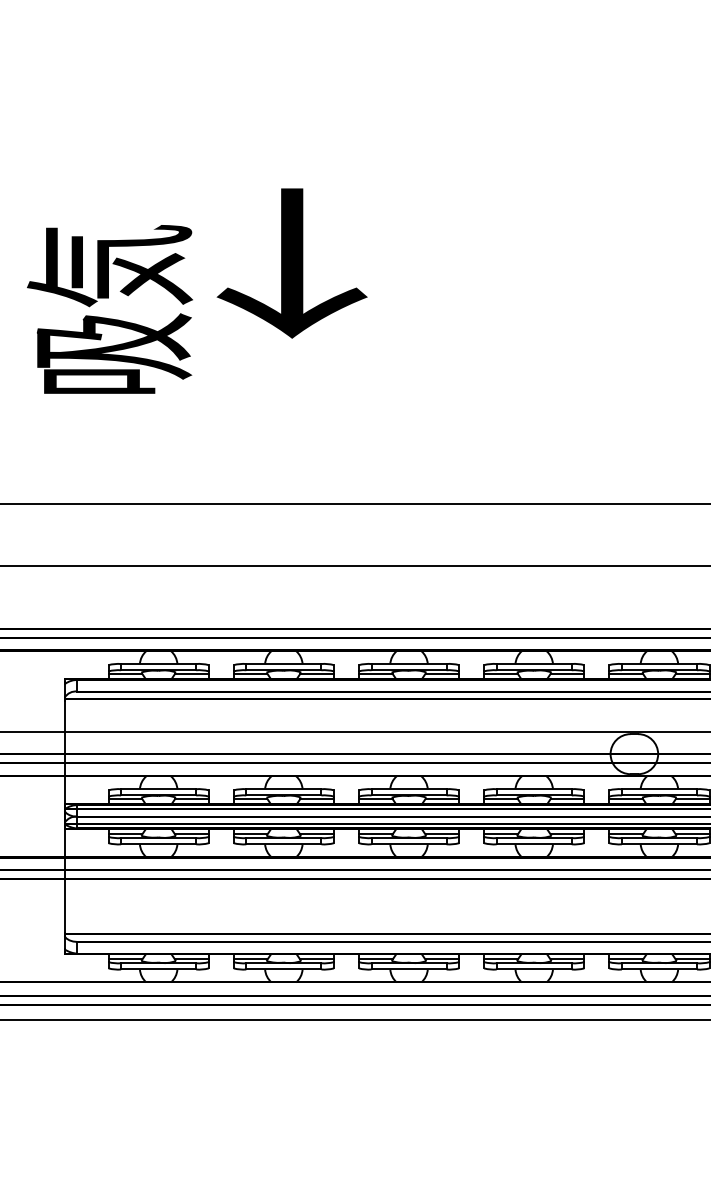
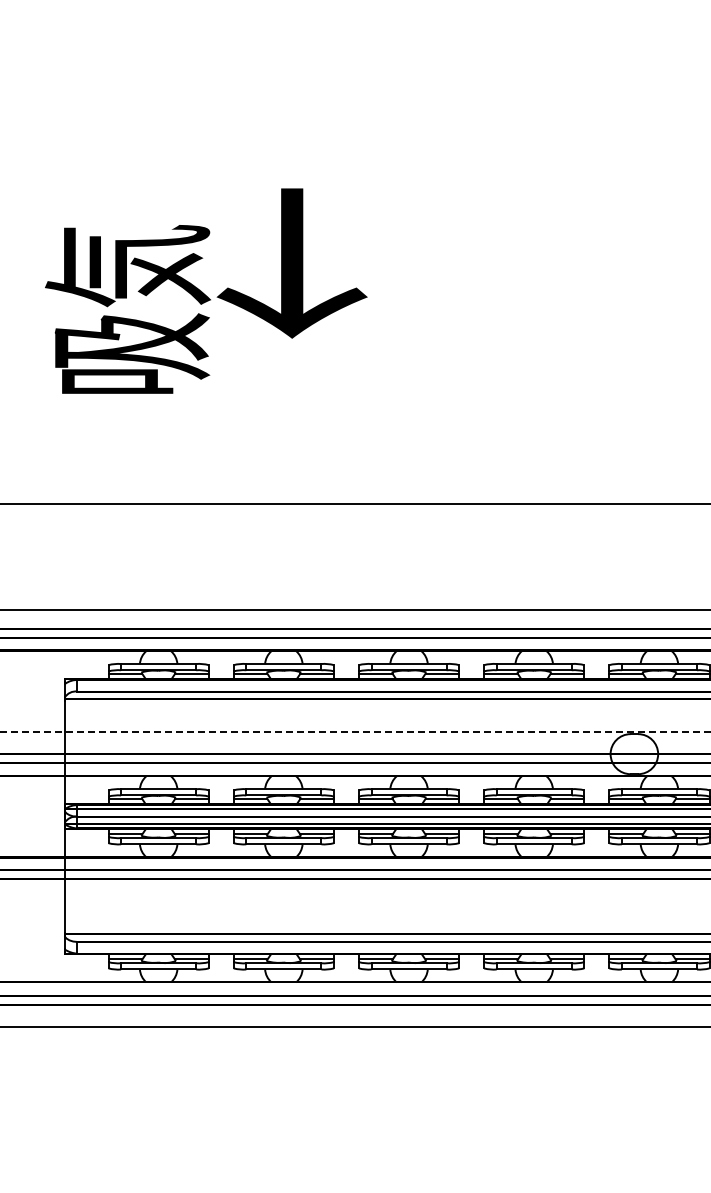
text at (109, 309) position: (109, 309) -> (127, 309)
line at (354, 566) position: (354, 566) -> (354, 610)
line at (355, 731): solid -> dashed
line at (354, 1019) position: (354, 1019) -> (354, 1026)
